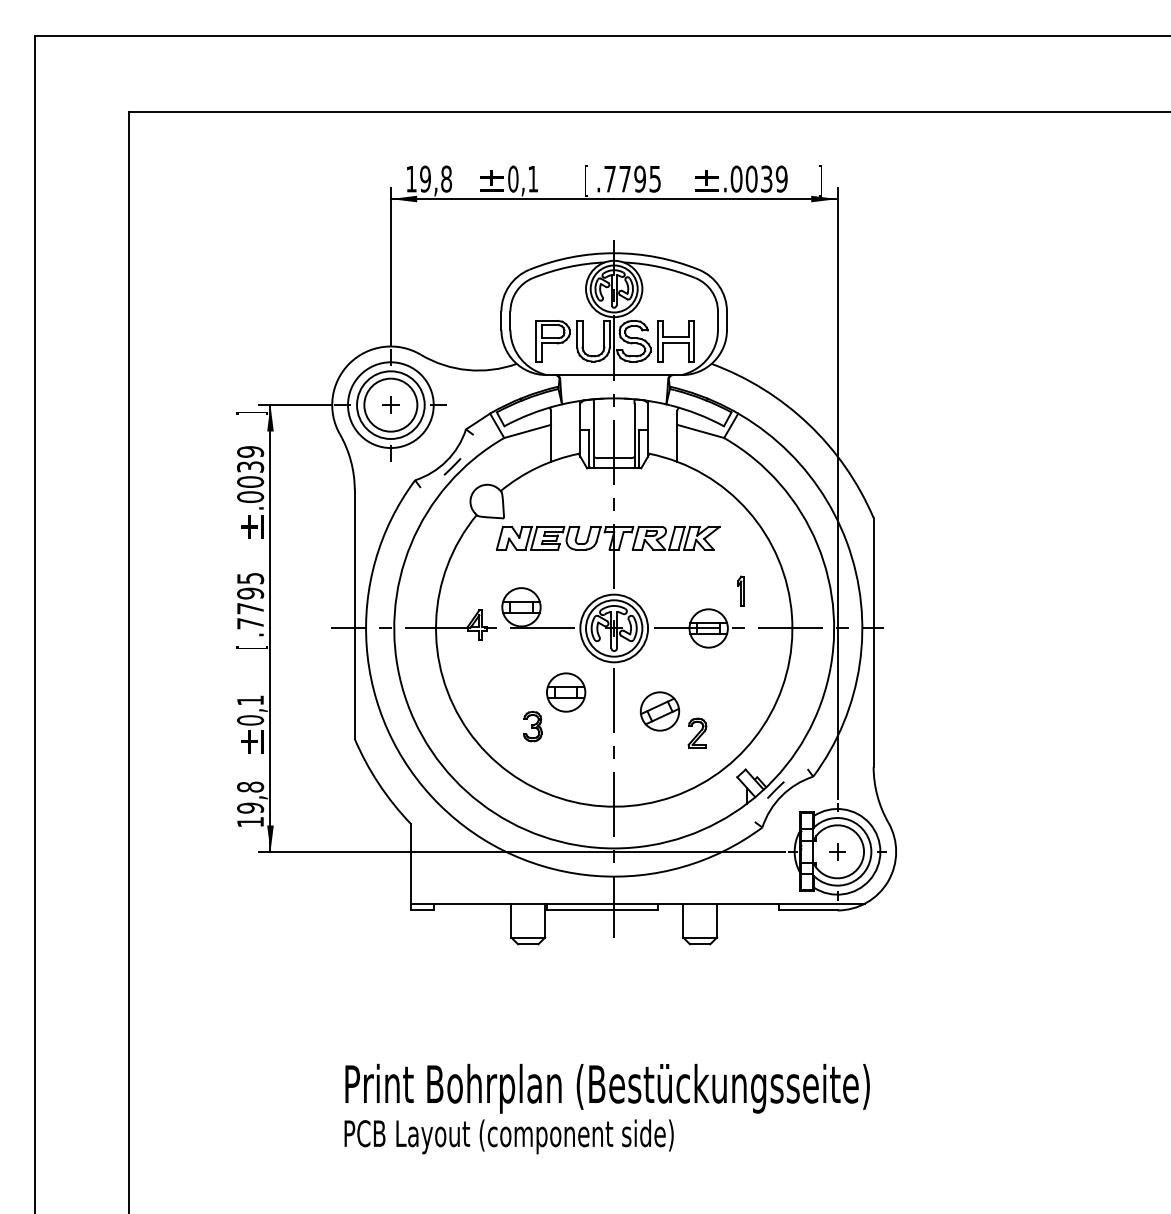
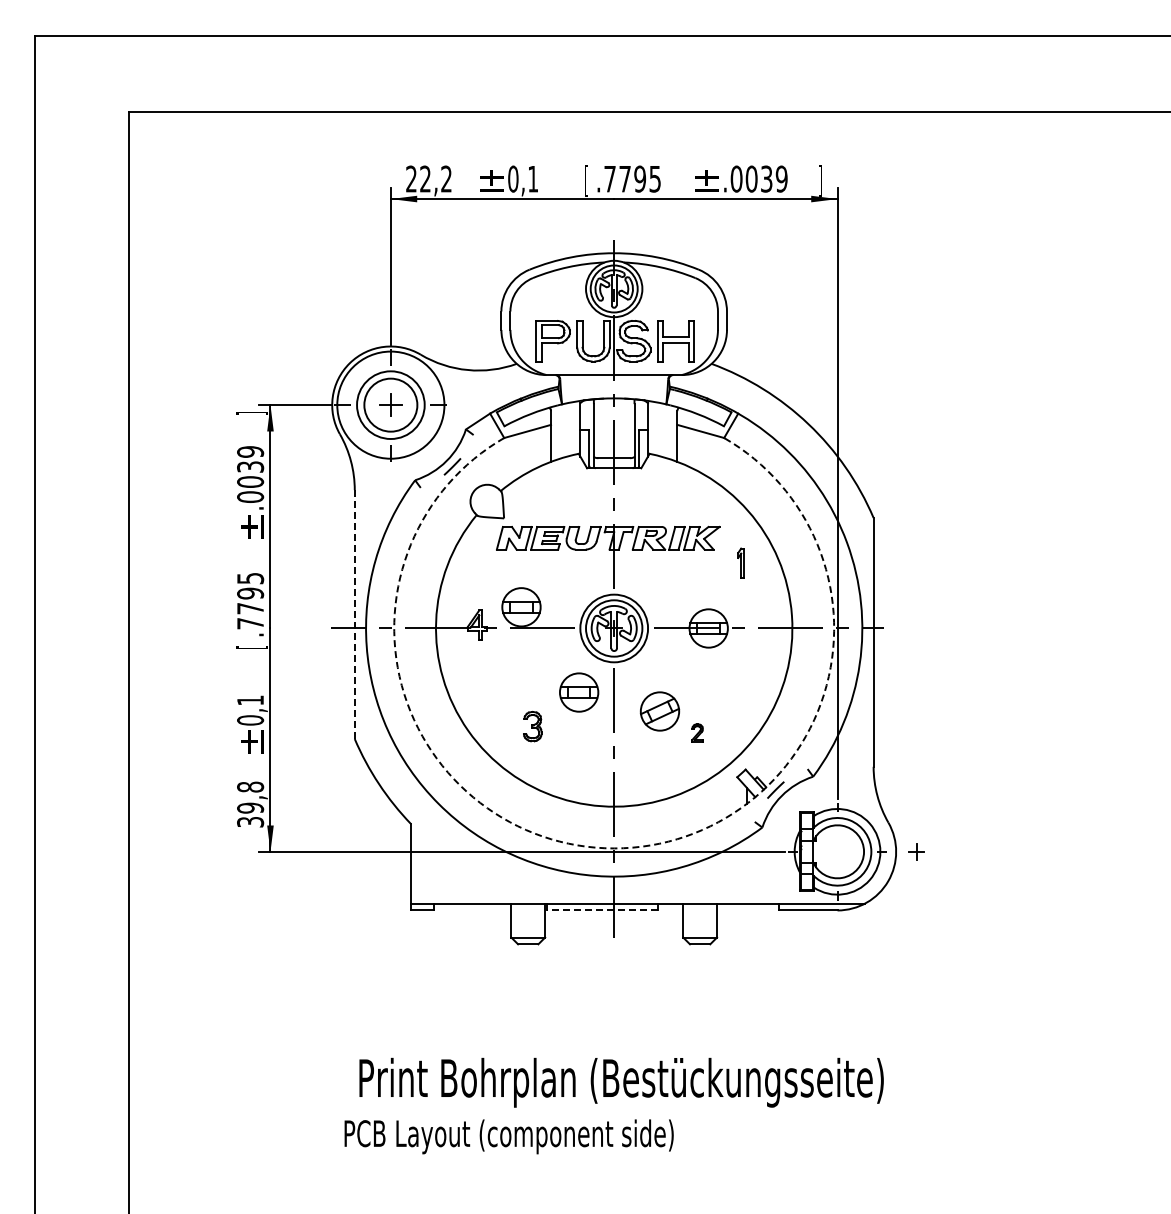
text at (429, 178): 19,8 -> 22,2
part at (390, 404) size: 18x18 px -> 24x24 px
circle at (390, 405) diameter: 86 px -> 107 px
part at (740, 590) position: (740, 590) -> (740, 562)
line at (354, 615): solid -> dashed
part at (566, 692) position: (566, 692) -> (579, 692)
part at (697, 732) size: 21x32 px -> 13x20 px
text at (250, 822): 19,8 -> 39,8
arc at (614, 848): solid -> dashed
part at (837, 851) position: (837, 851) -> (916, 851)
line at (602, 910): solid -> dashed
text at (607, 1088) position: (607, 1088) -> (621, 1082)
